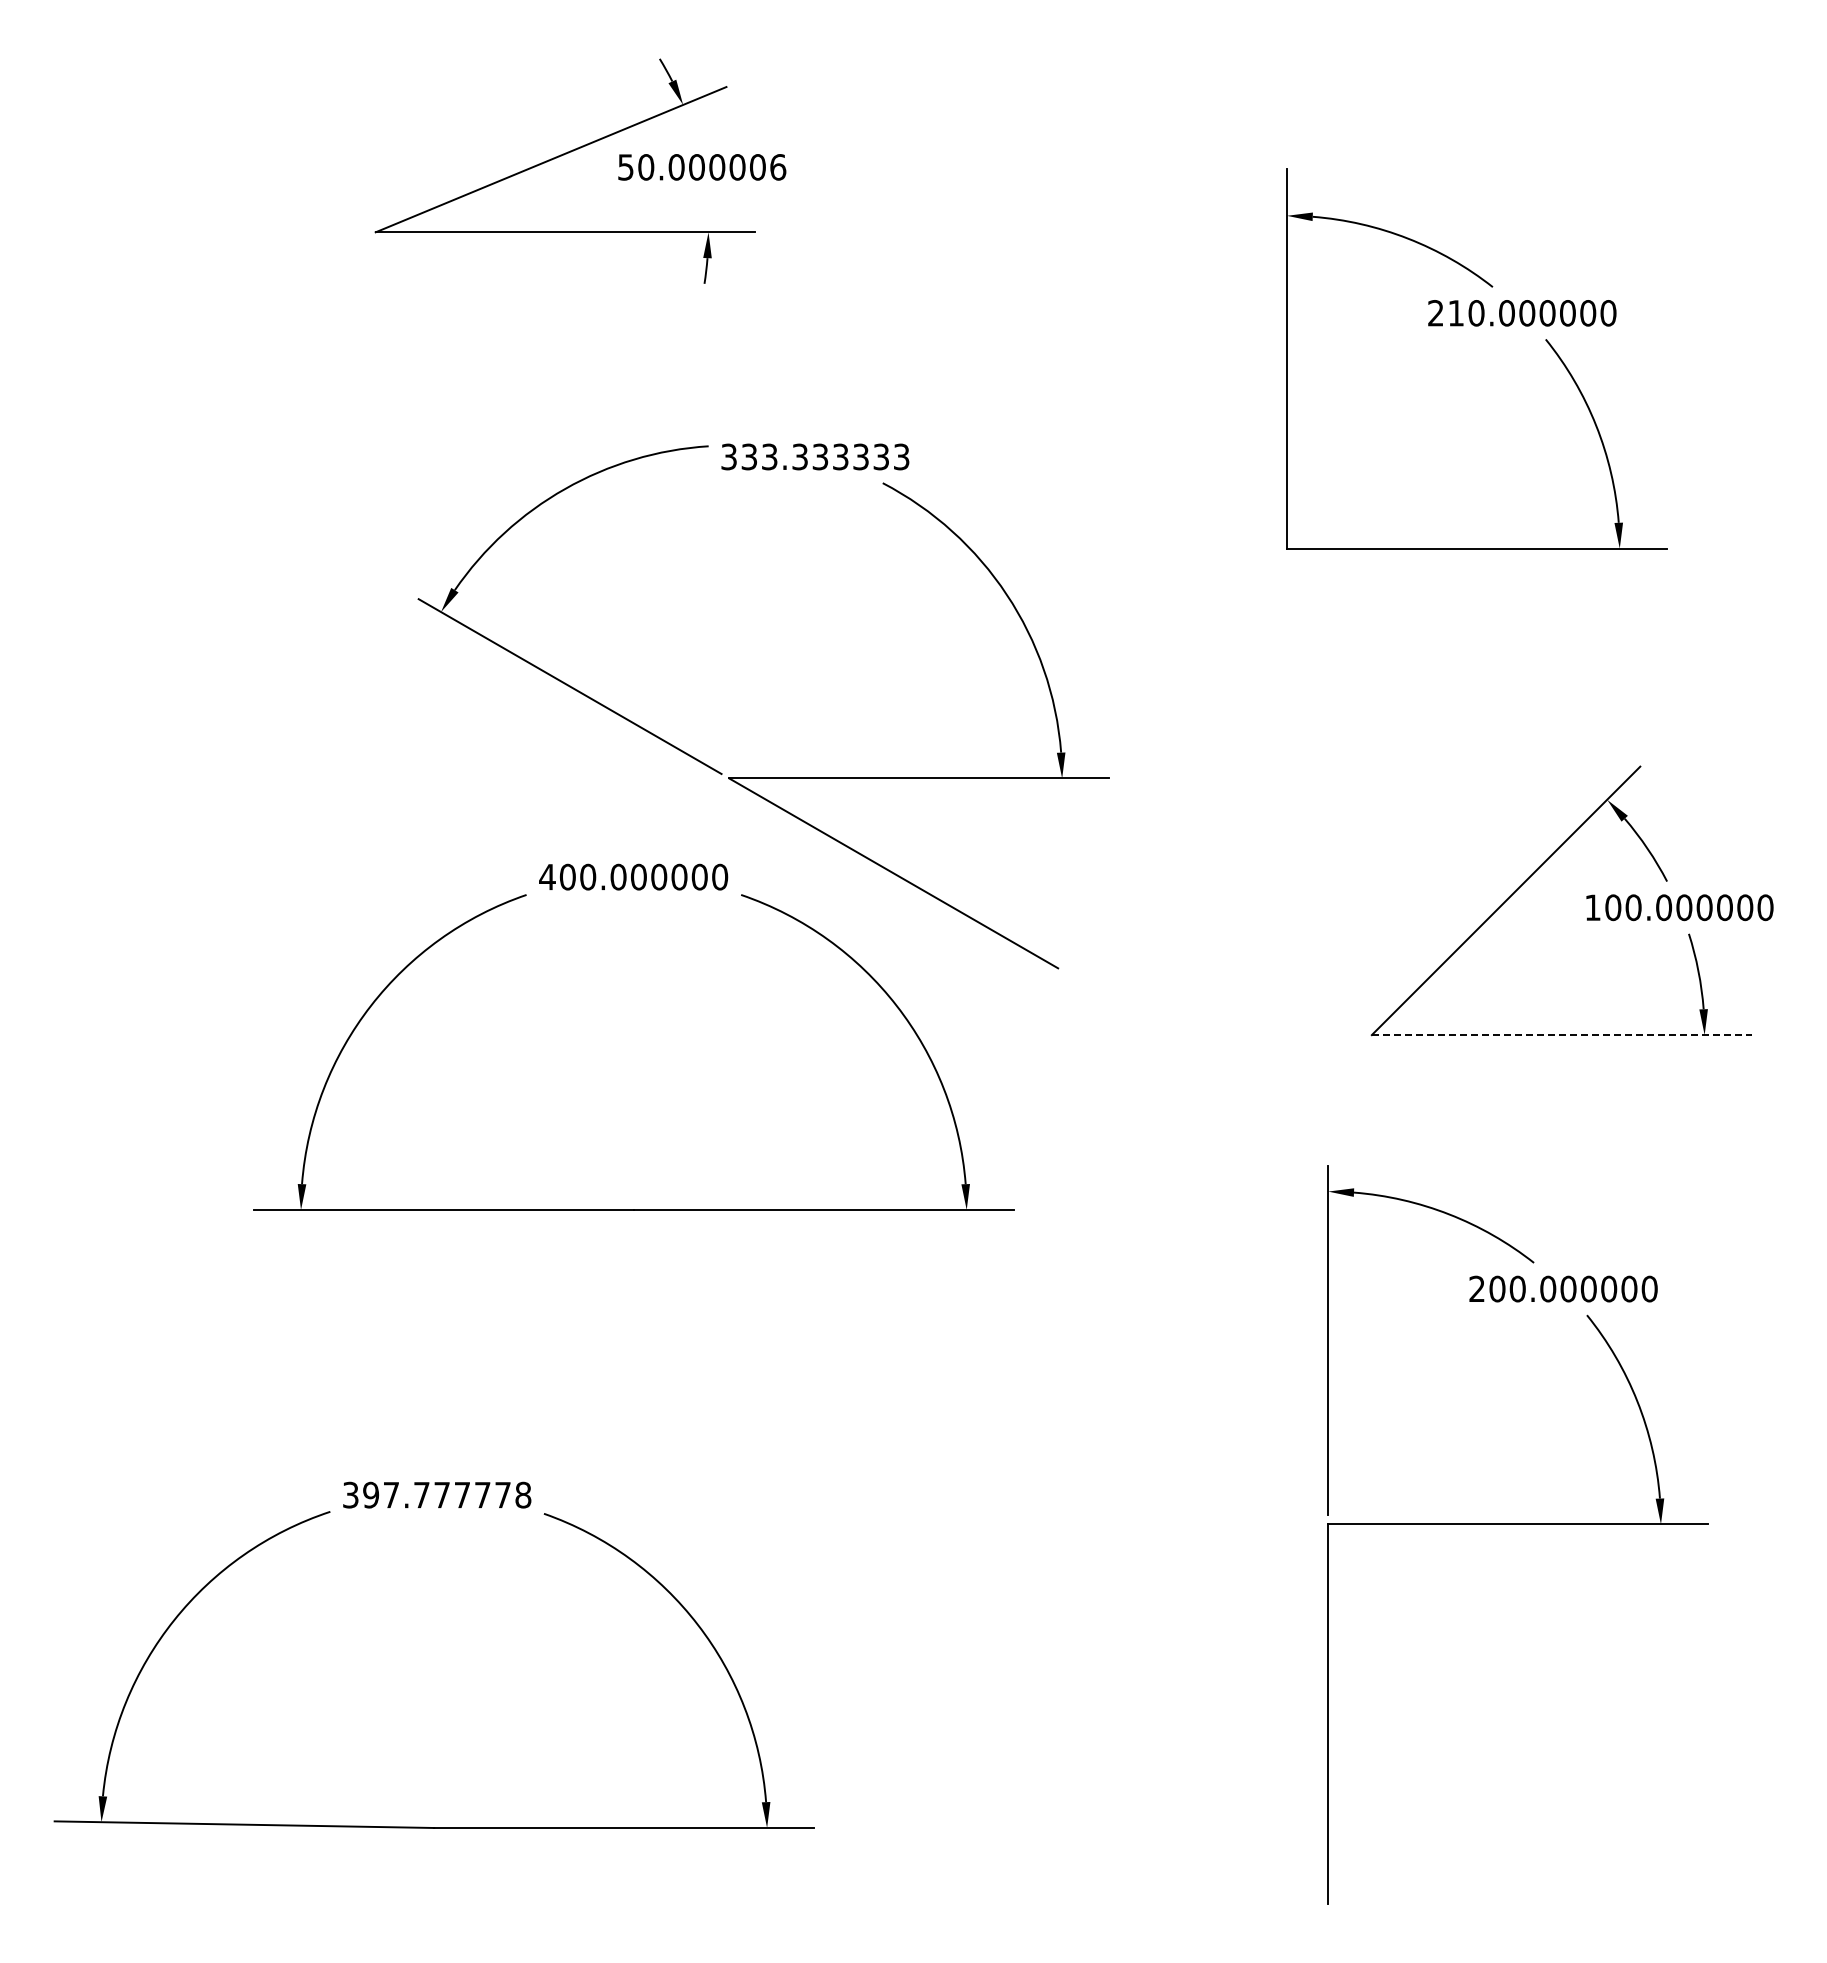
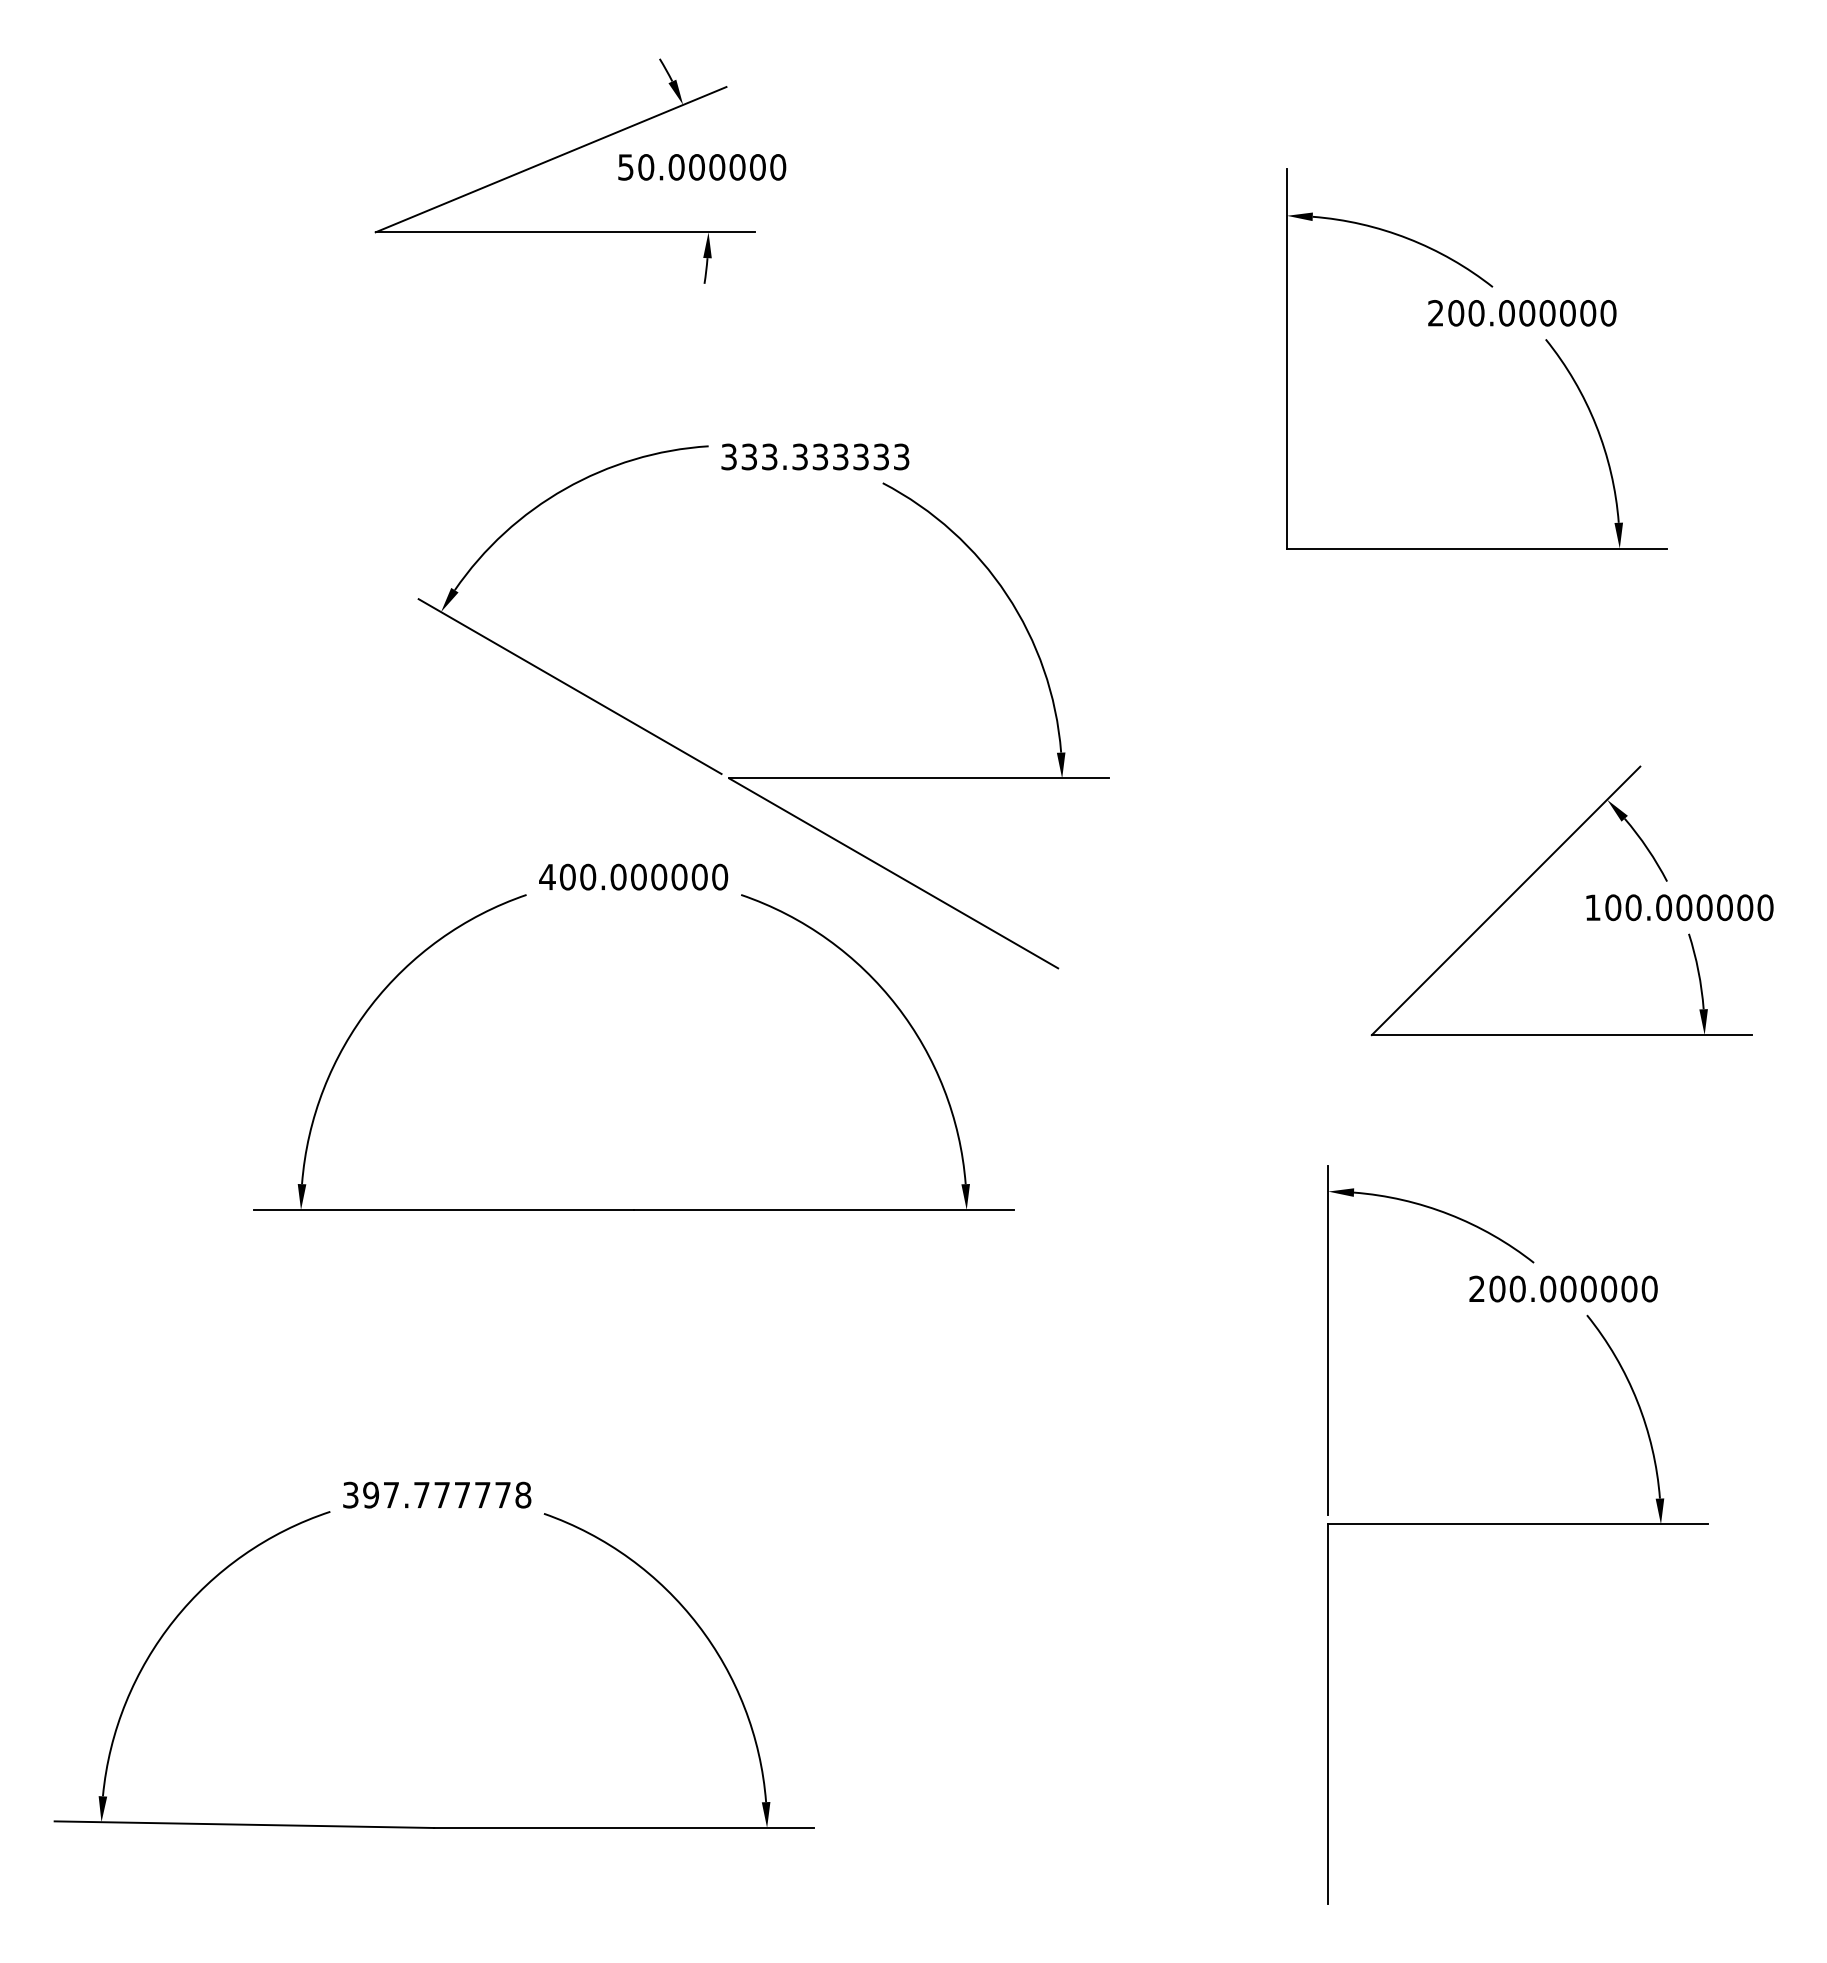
text at (778, 167): 50.000006 -> 50.000000
text at (1456, 313): 210.000000 -> 200.000000
line at (1561, 1035): dashed -> solid
